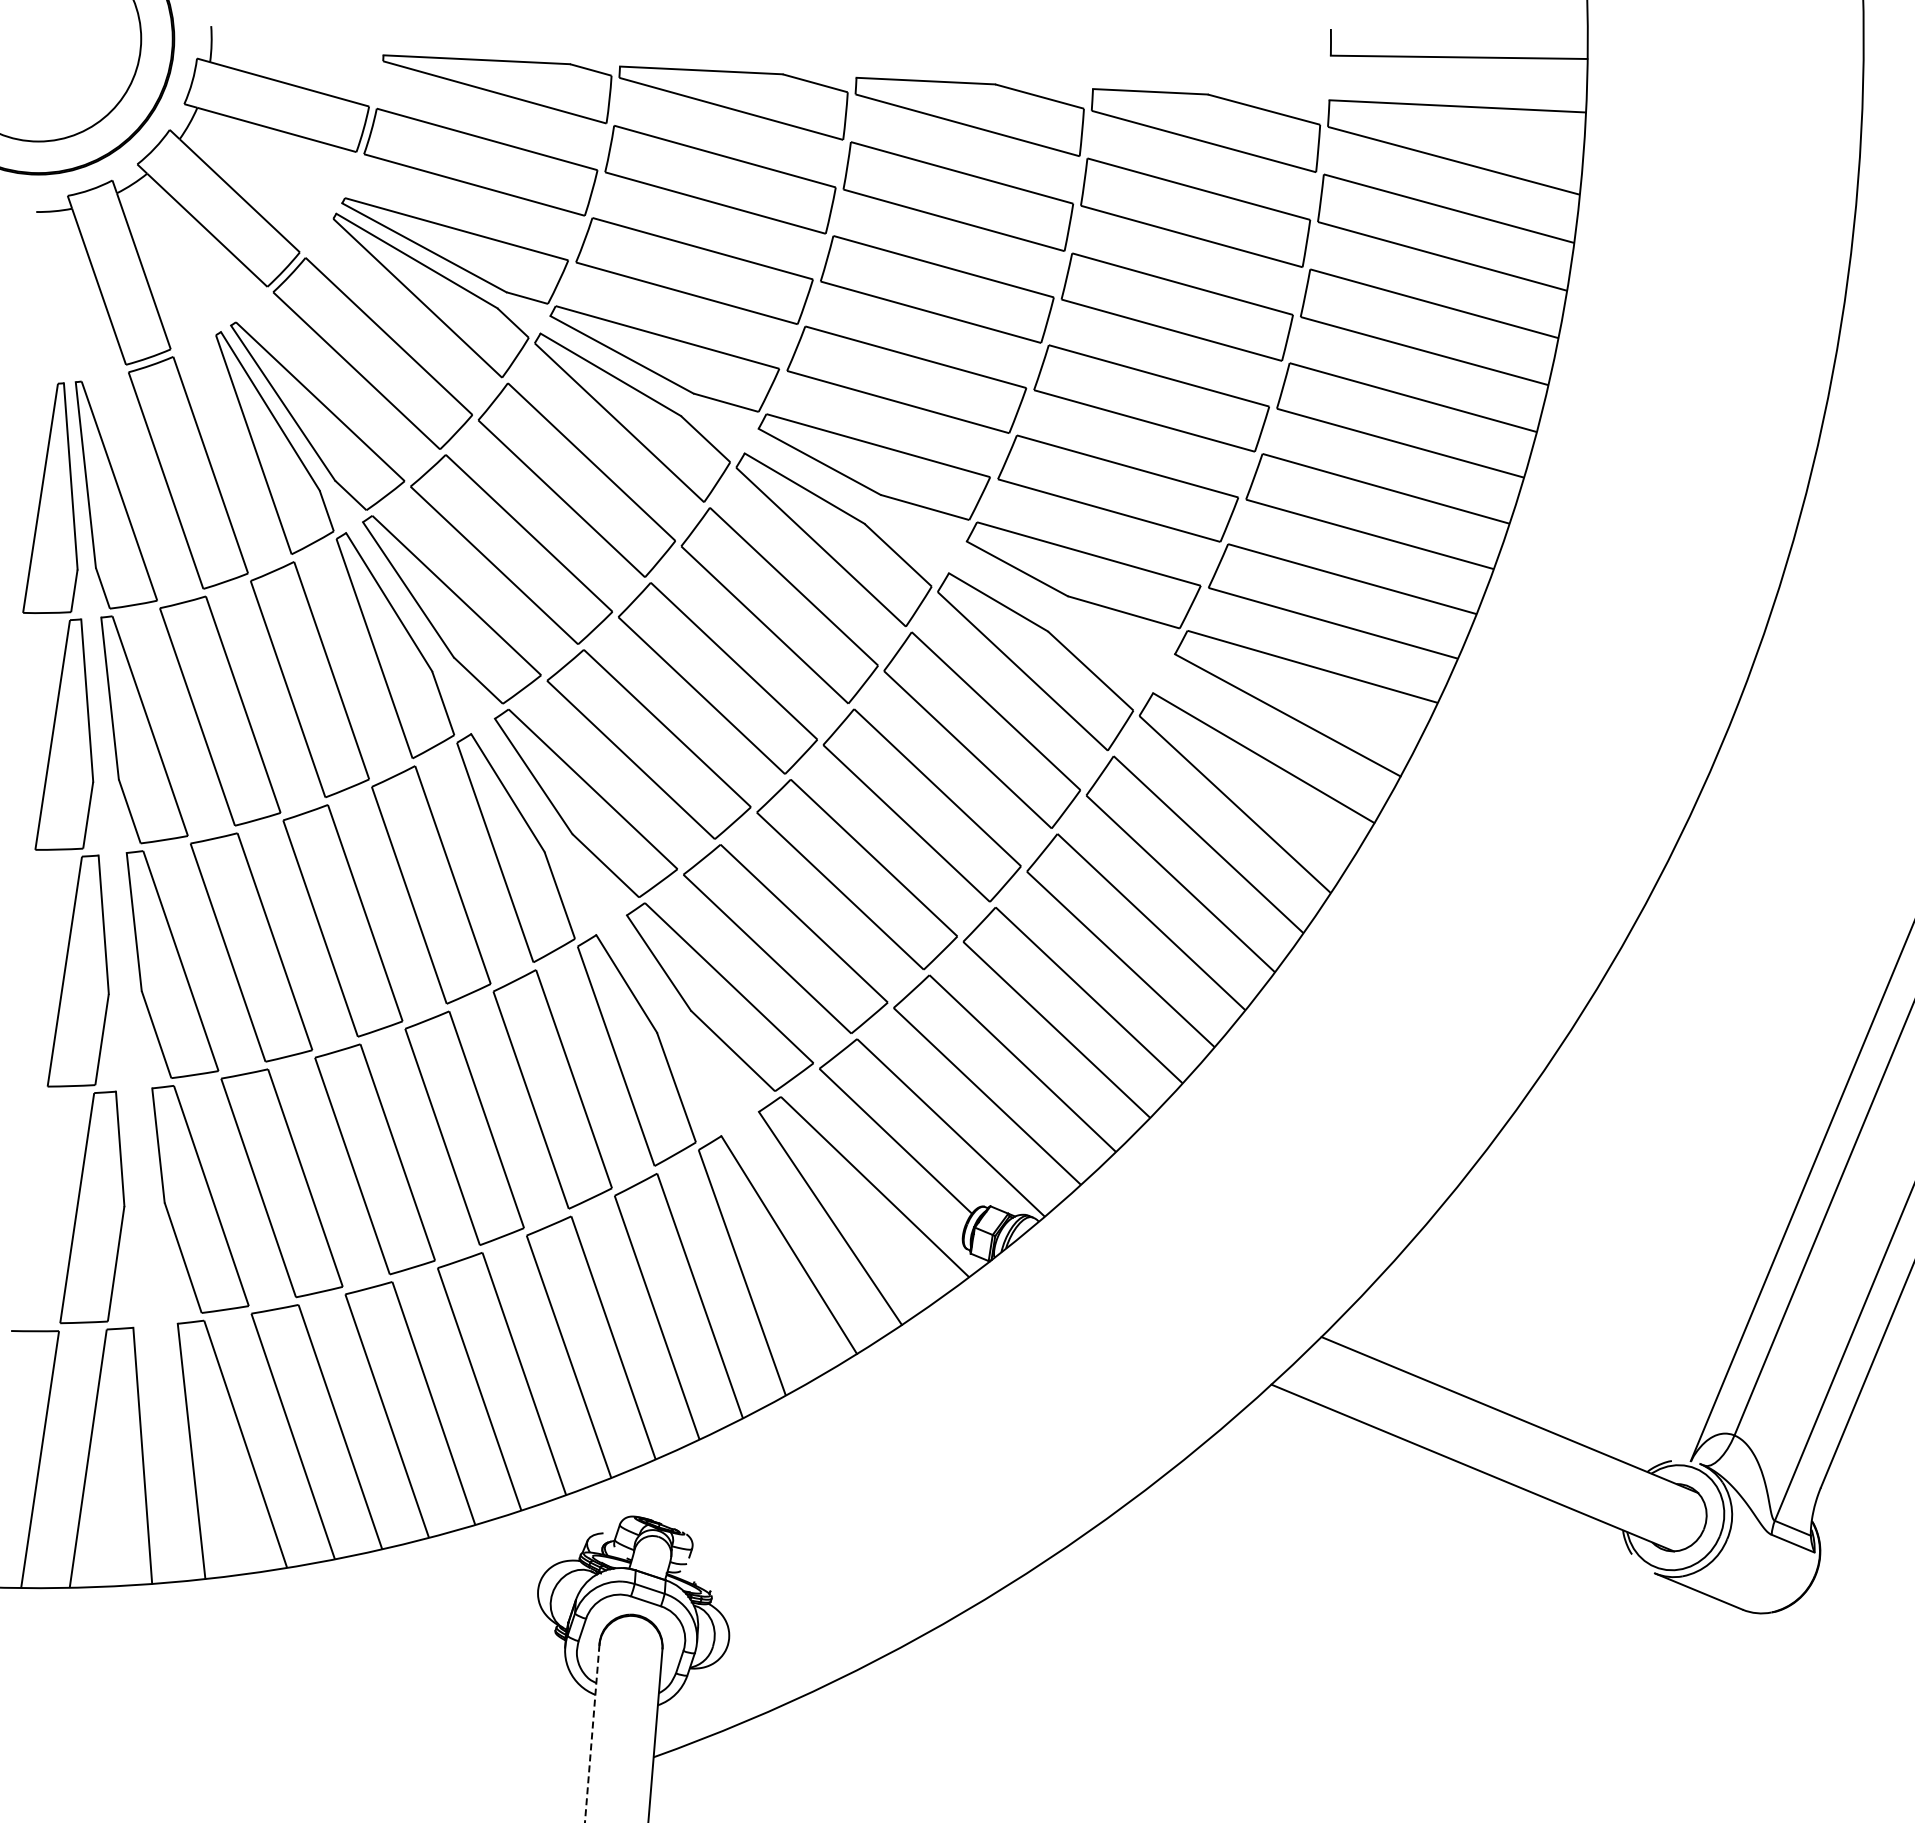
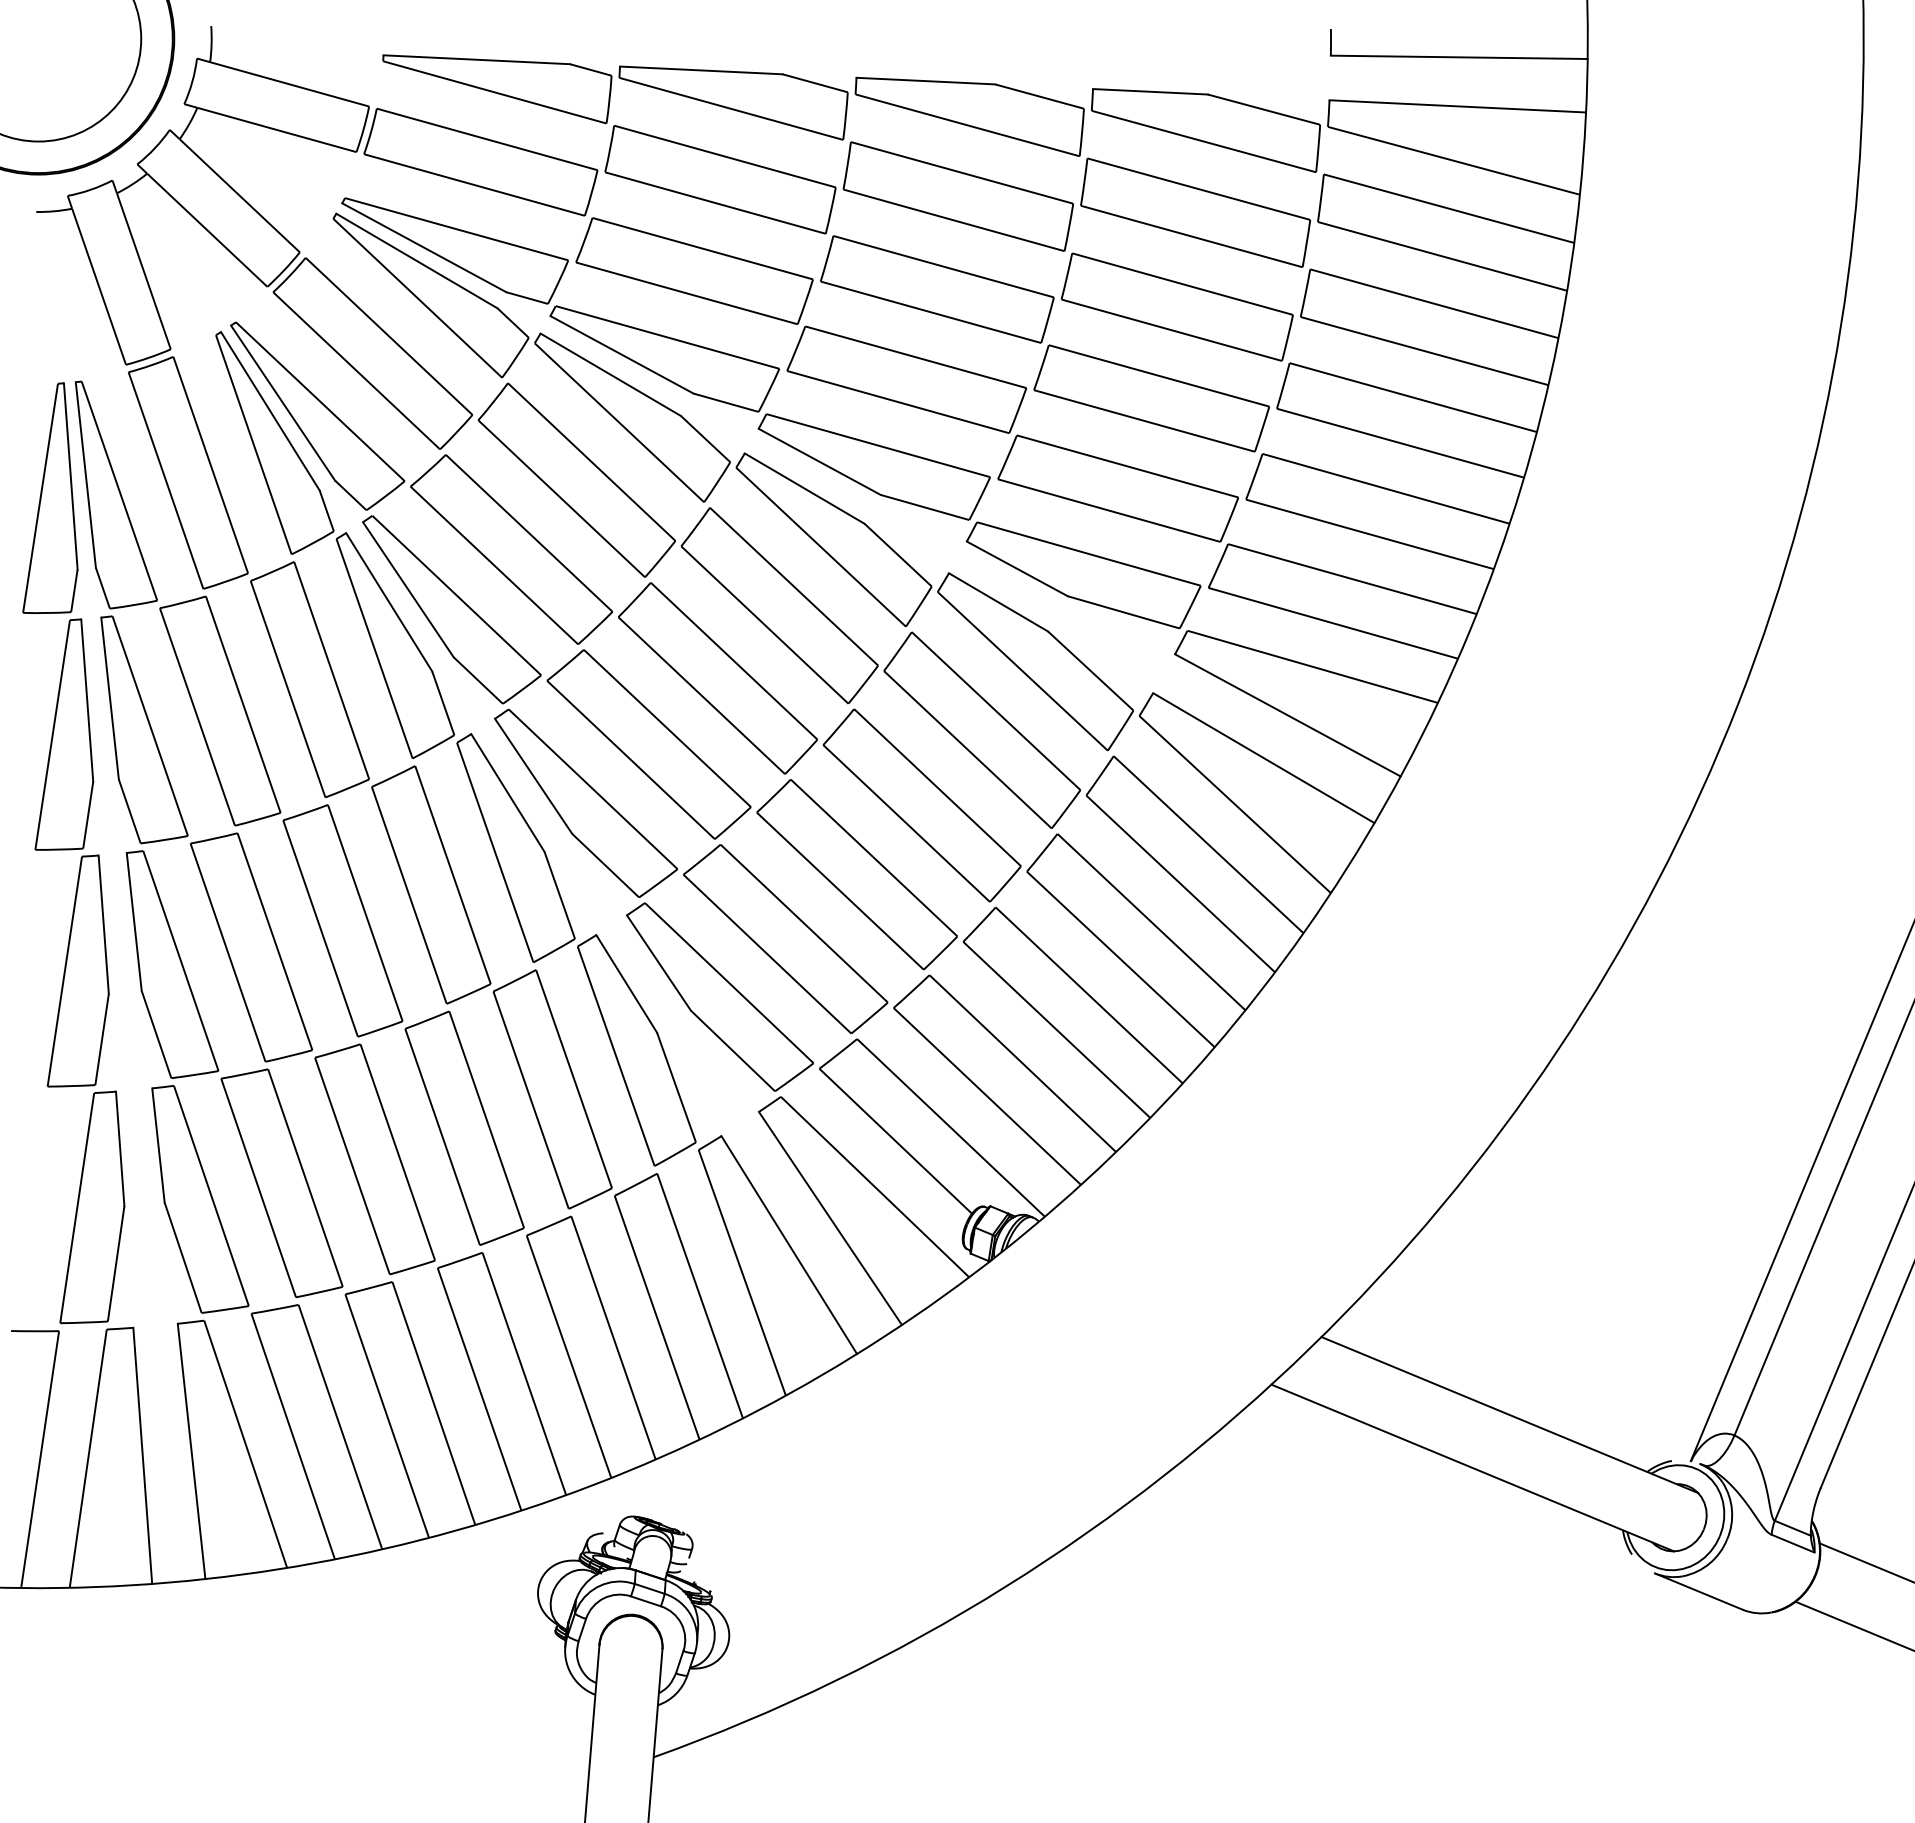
line at (1865, 1562): none -> present
line at (1853, 1625): none -> present
line at (592, 1733): dashed -> solid
